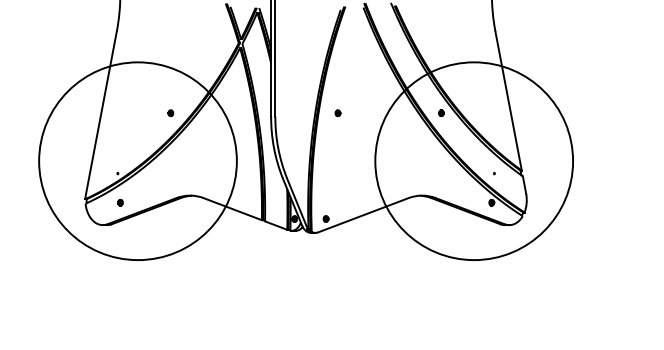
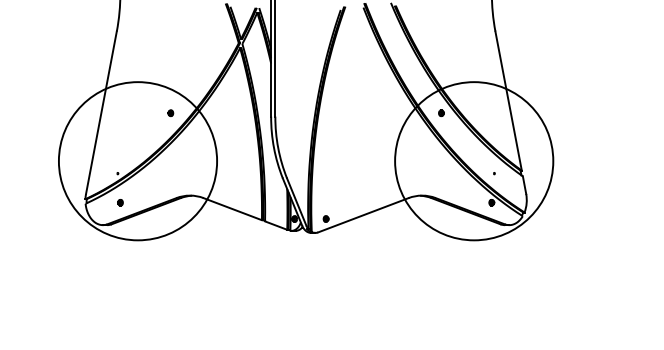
part at (337, 112): present -> none
circle at (137, 161) diameter: 198 px -> 158 px
circle at (474, 161) diameter: 198 px -> 158 px
